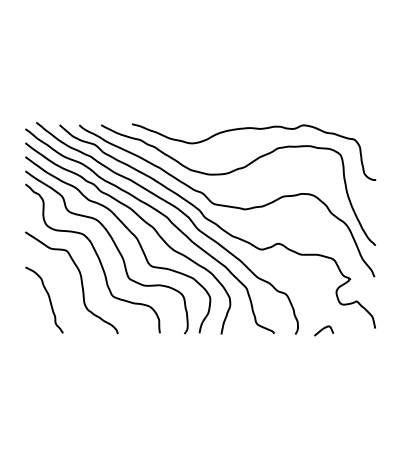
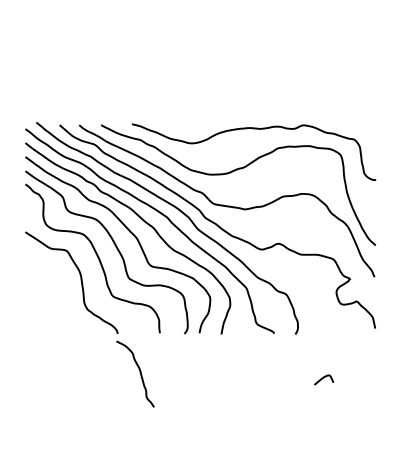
curve at (48, 298) position: (48, 298) -> (139, 372)
curve at (324, 329) position: (324, 329) -> (324, 378)
